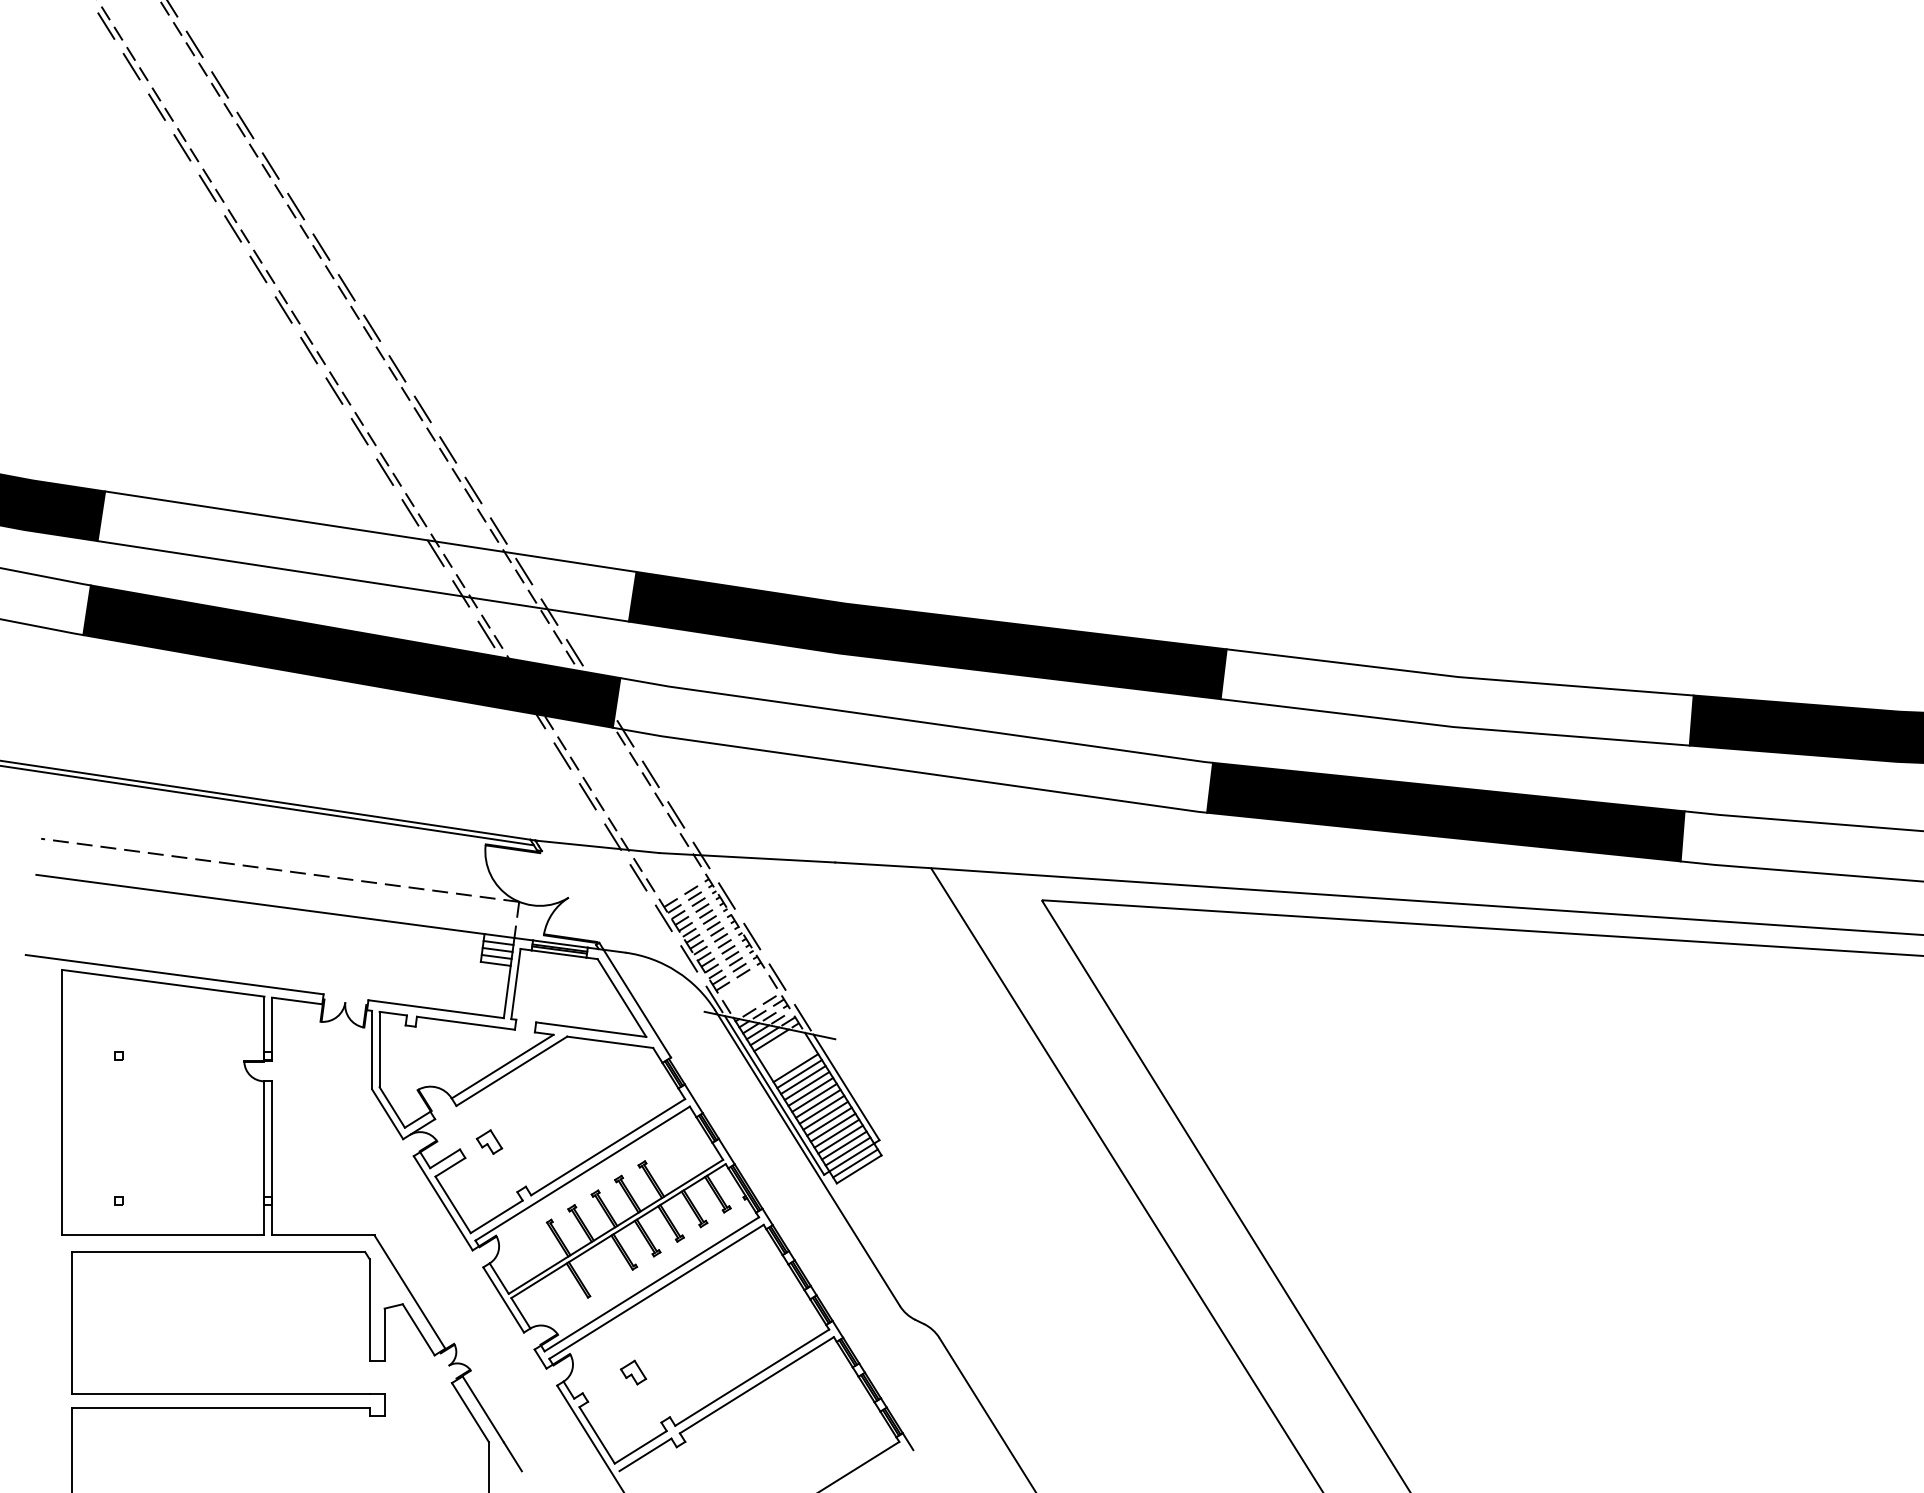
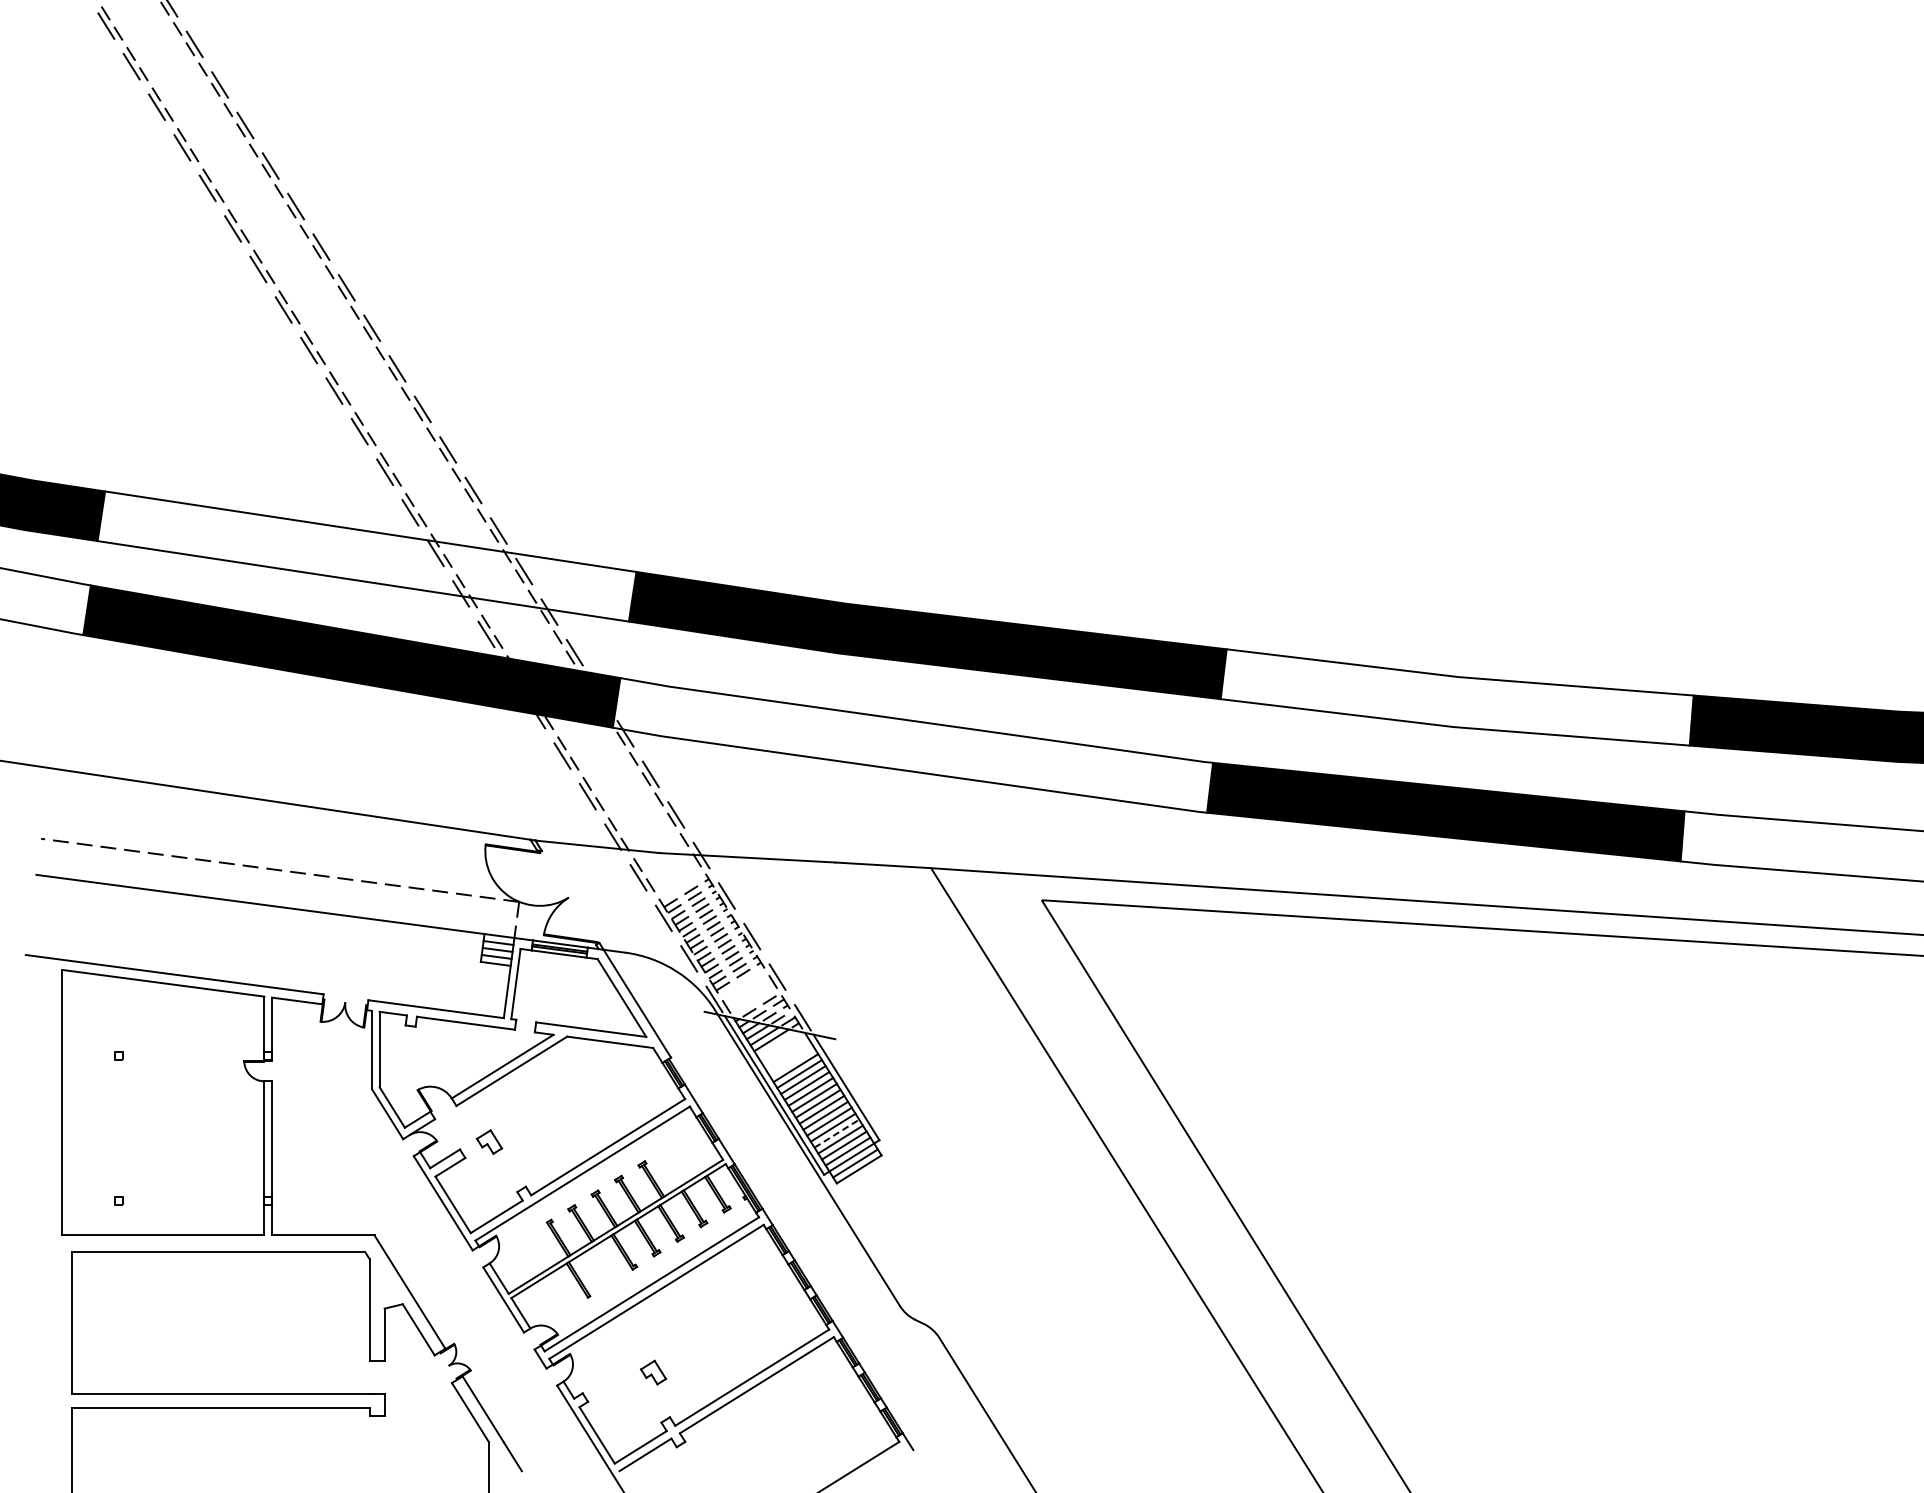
line at (267, 805): present -> none
line at (837, 1133): solid -> dashed
part at (633, 1372) position: (633, 1372) -> (653, 1372)
